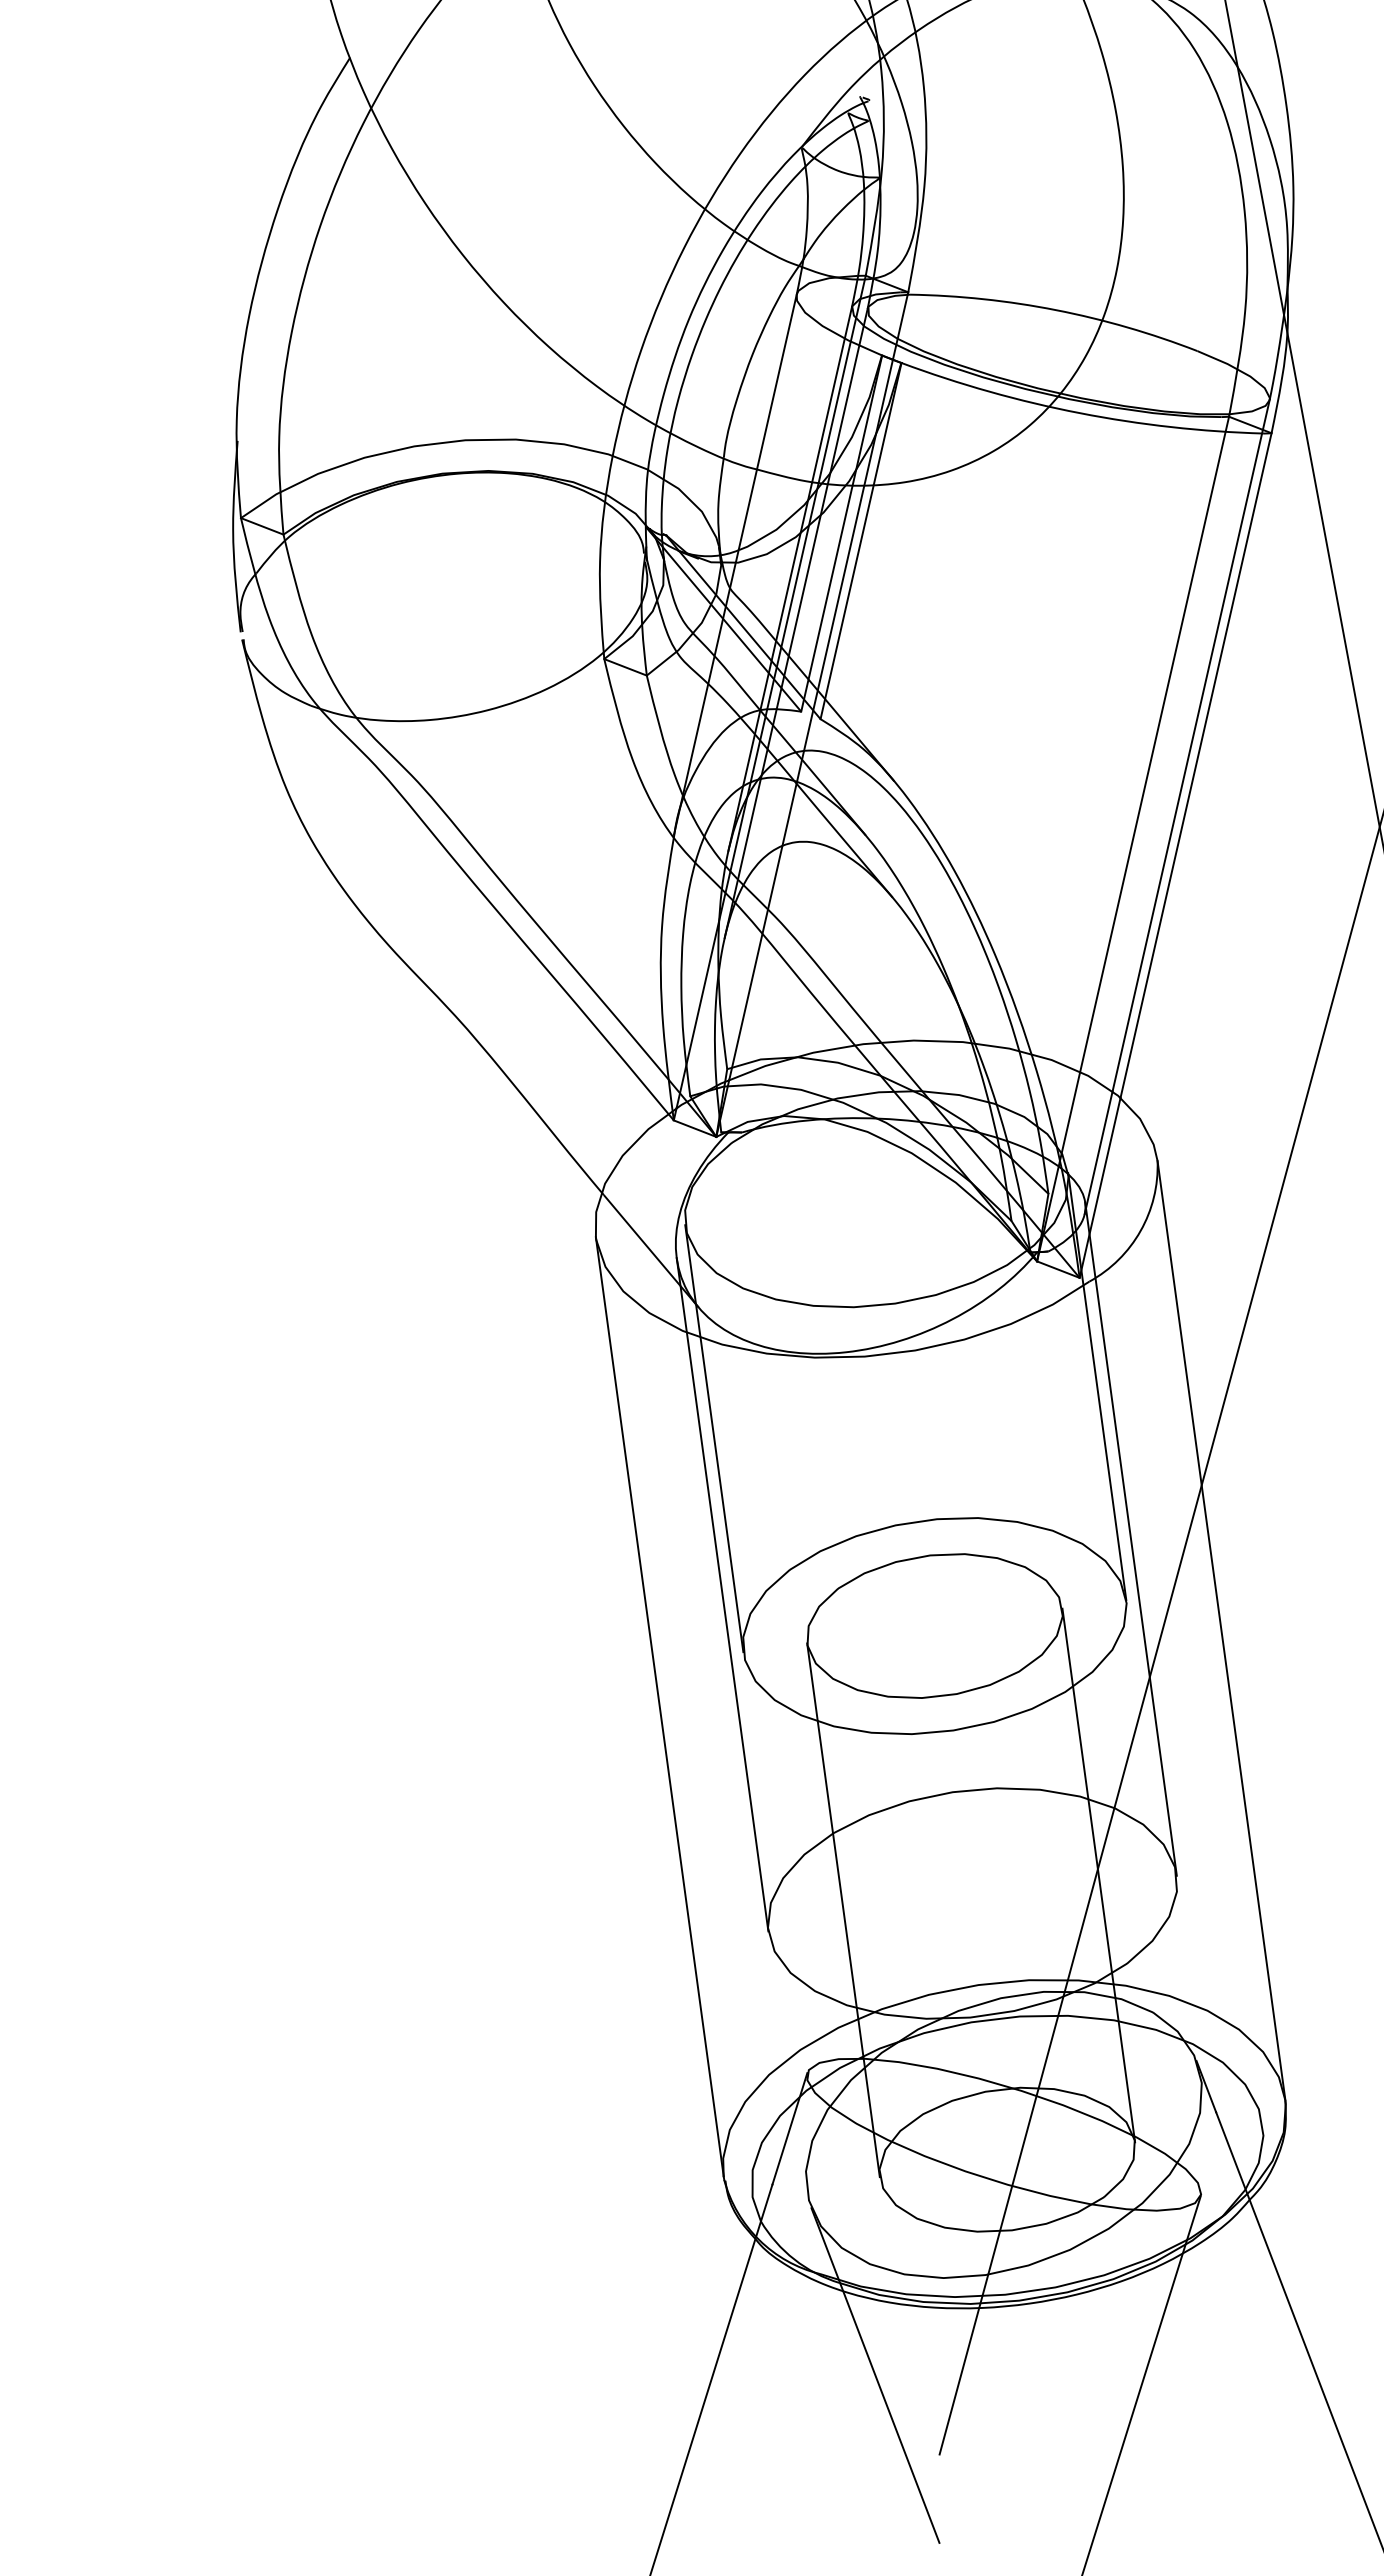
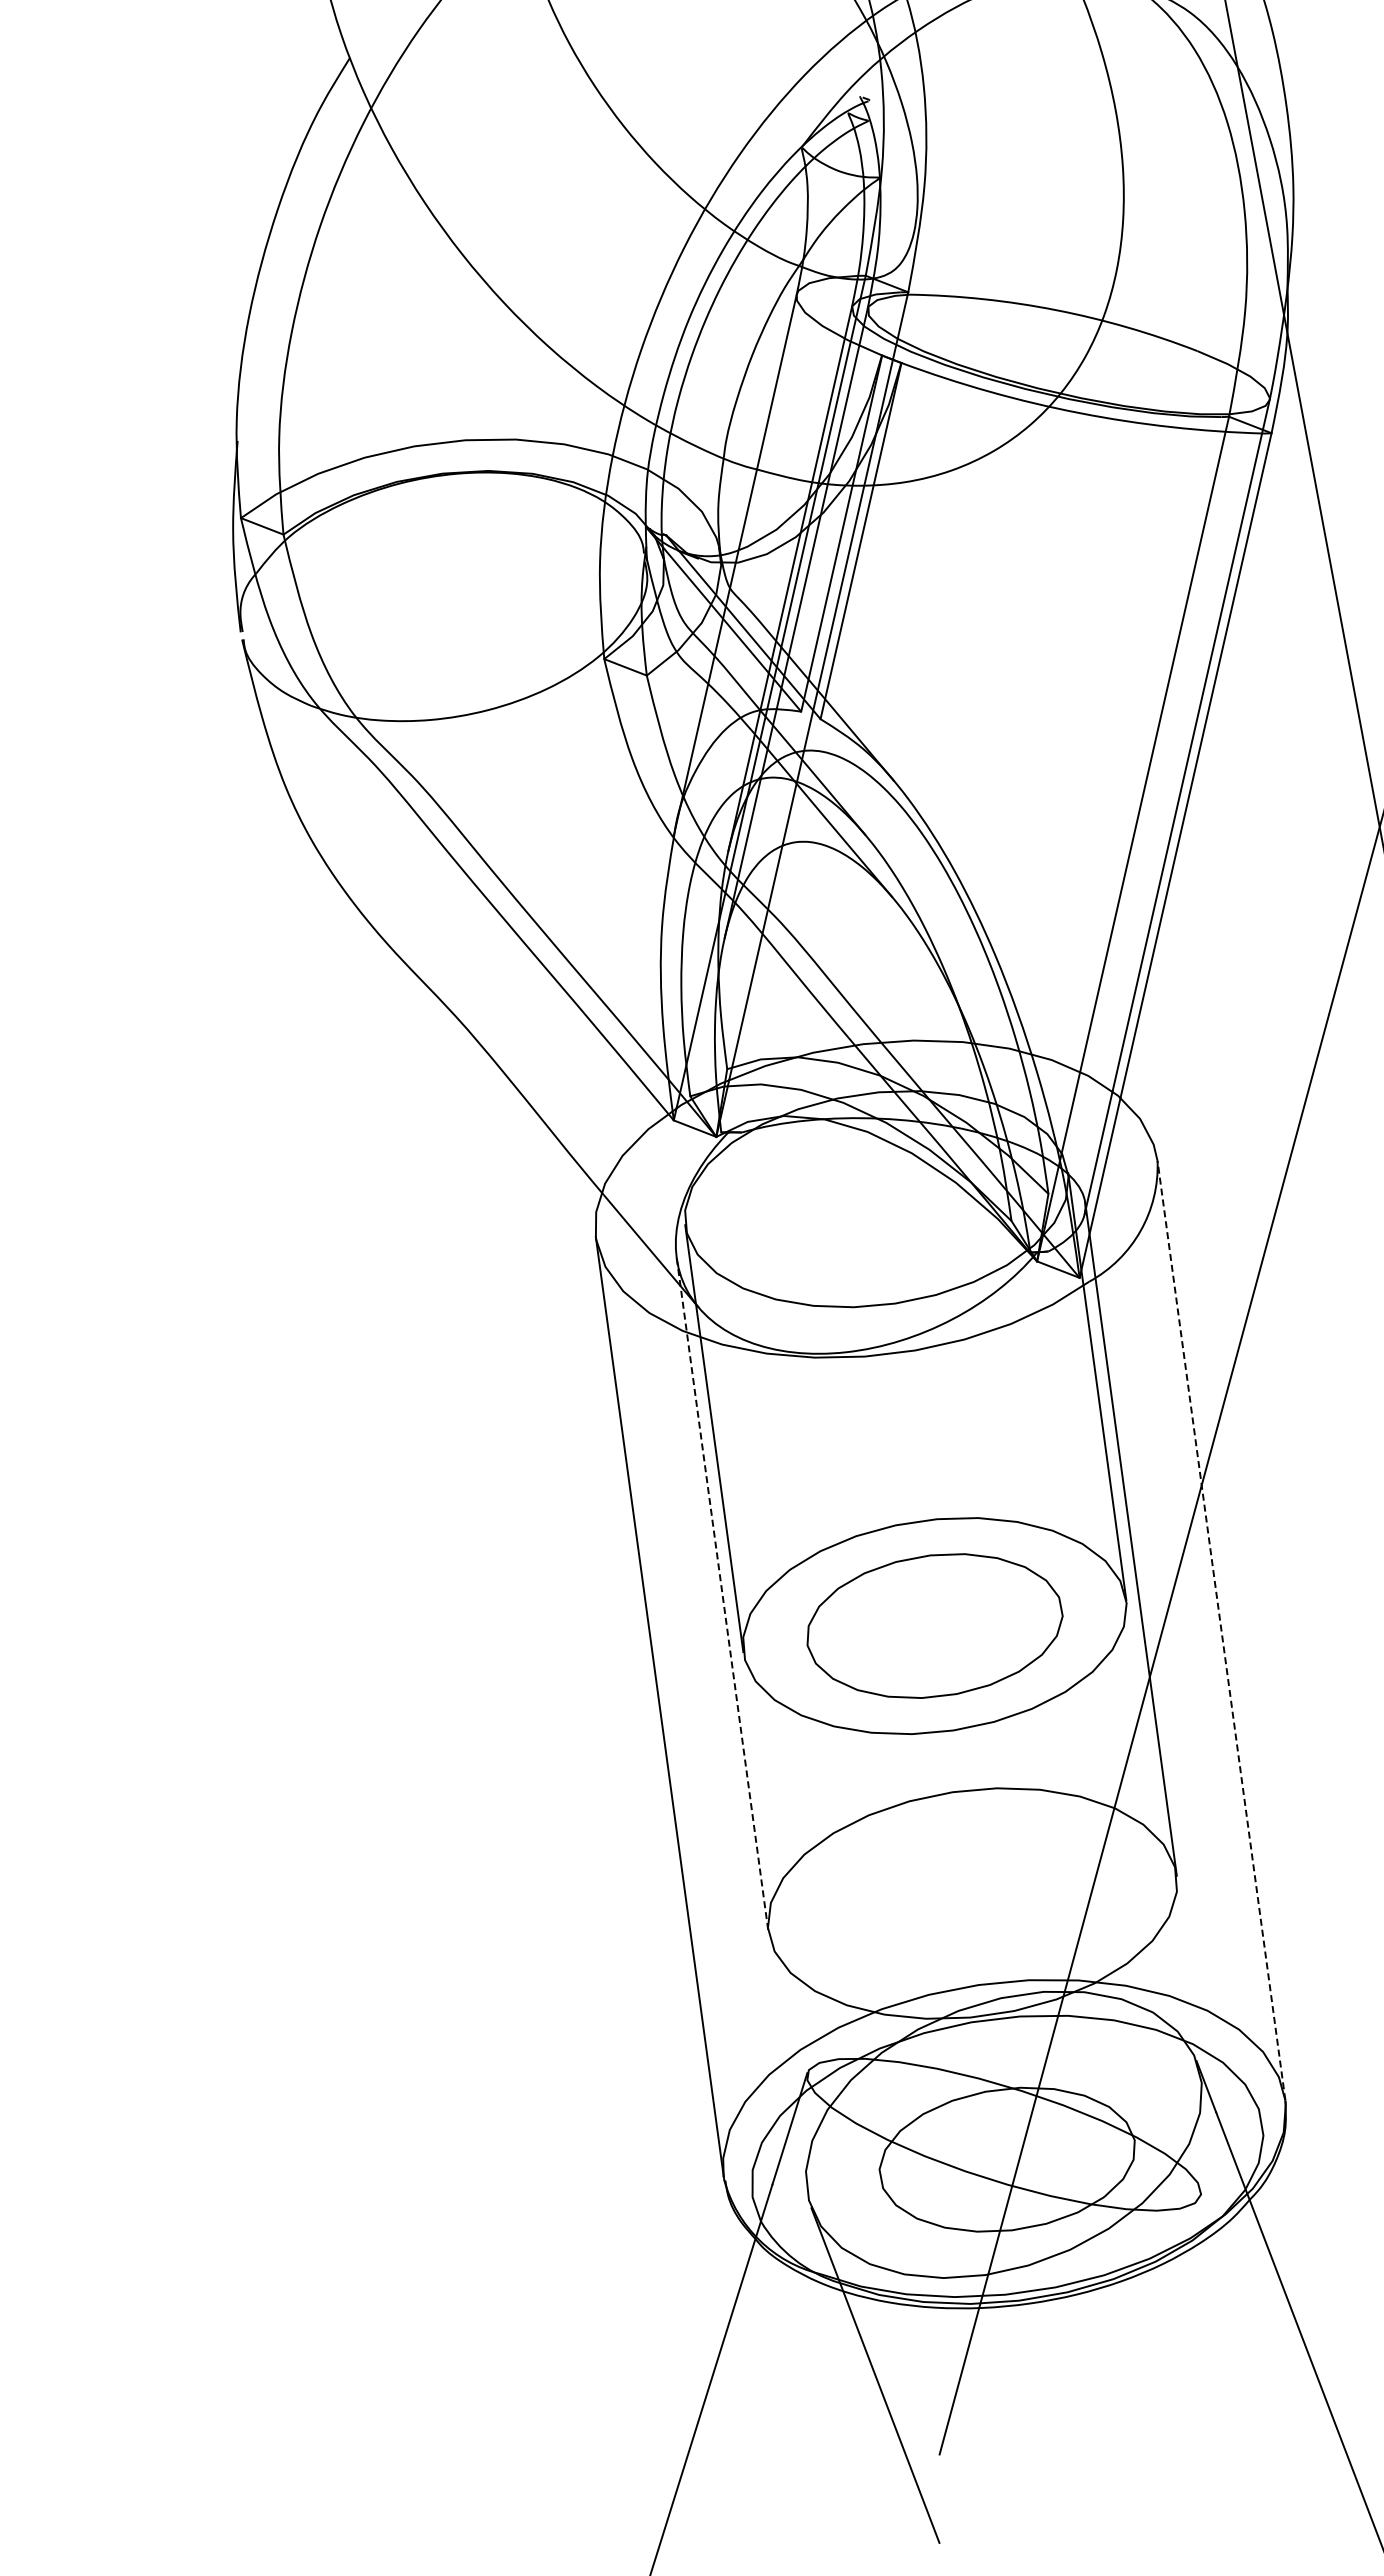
line at (722, 1594): solid -> dashed
line at (1221, 1630): solid -> dashed
line at (1098, 1875): present -> none
line at (843, 1910): present -> none
line at (1141, 2384): present -> none
